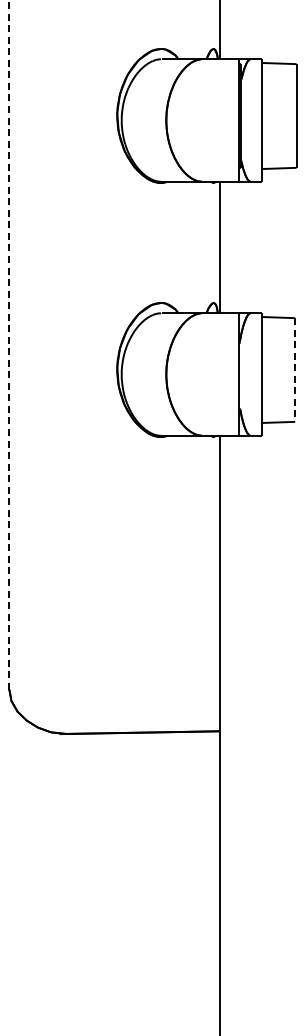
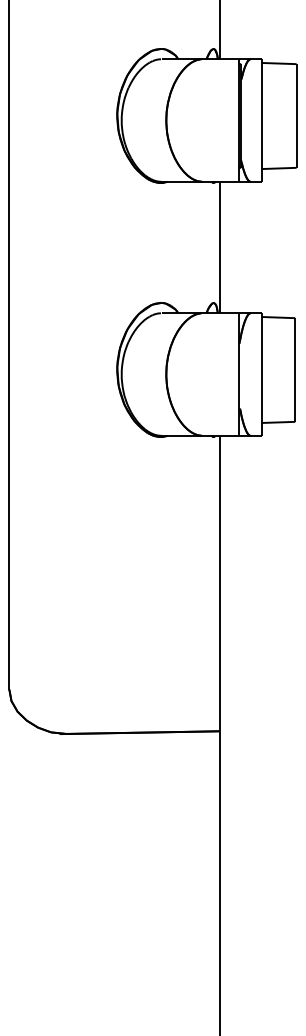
line at (9, 345): dashed -> solid
line at (295, 370): dashed -> solid
